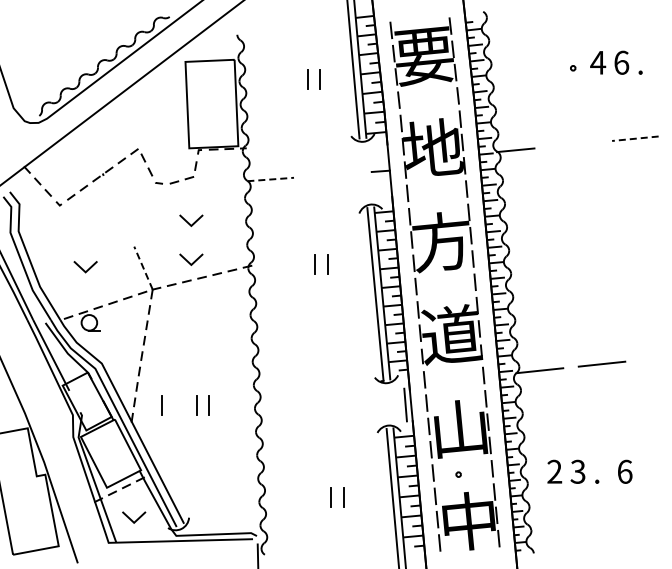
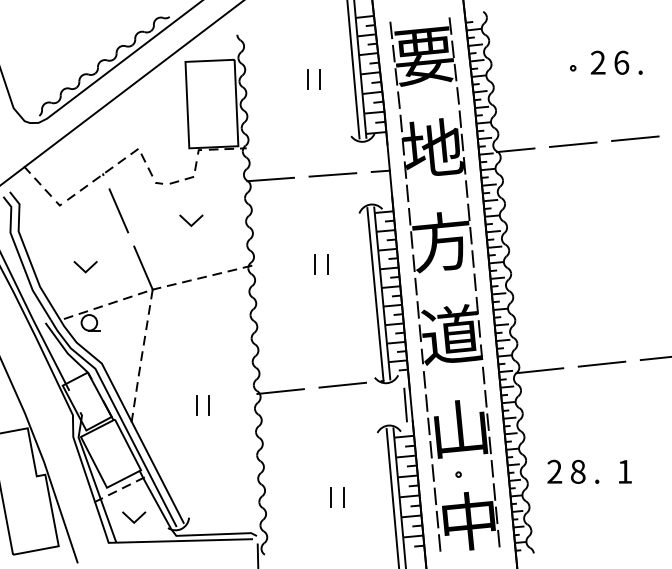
text at (598, 62): 4 -> 2
line at (634, 138): dashed -> solid
line at (573, 144): none -> present
line at (332, 174): none -> present
line at (271, 179): dashed -> solid
line at (118, 210): none -> present
line at (189, 261): present -> none
line at (143, 267): dashed -> solid
line at (654, 358): none -> present
line at (342, 384): none -> present
line at (280, 391): none -> present
line at (161, 405): present -> none
text at (577, 471): 3 -> 8
text at (625, 471): 6 -> 1
